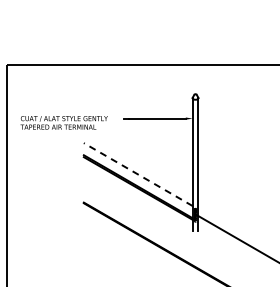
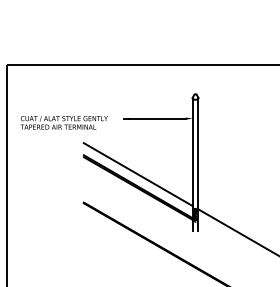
line at (138, 174): dashed -> solid
line at (235, 237) position: (235, 237) -> (237, 231)
